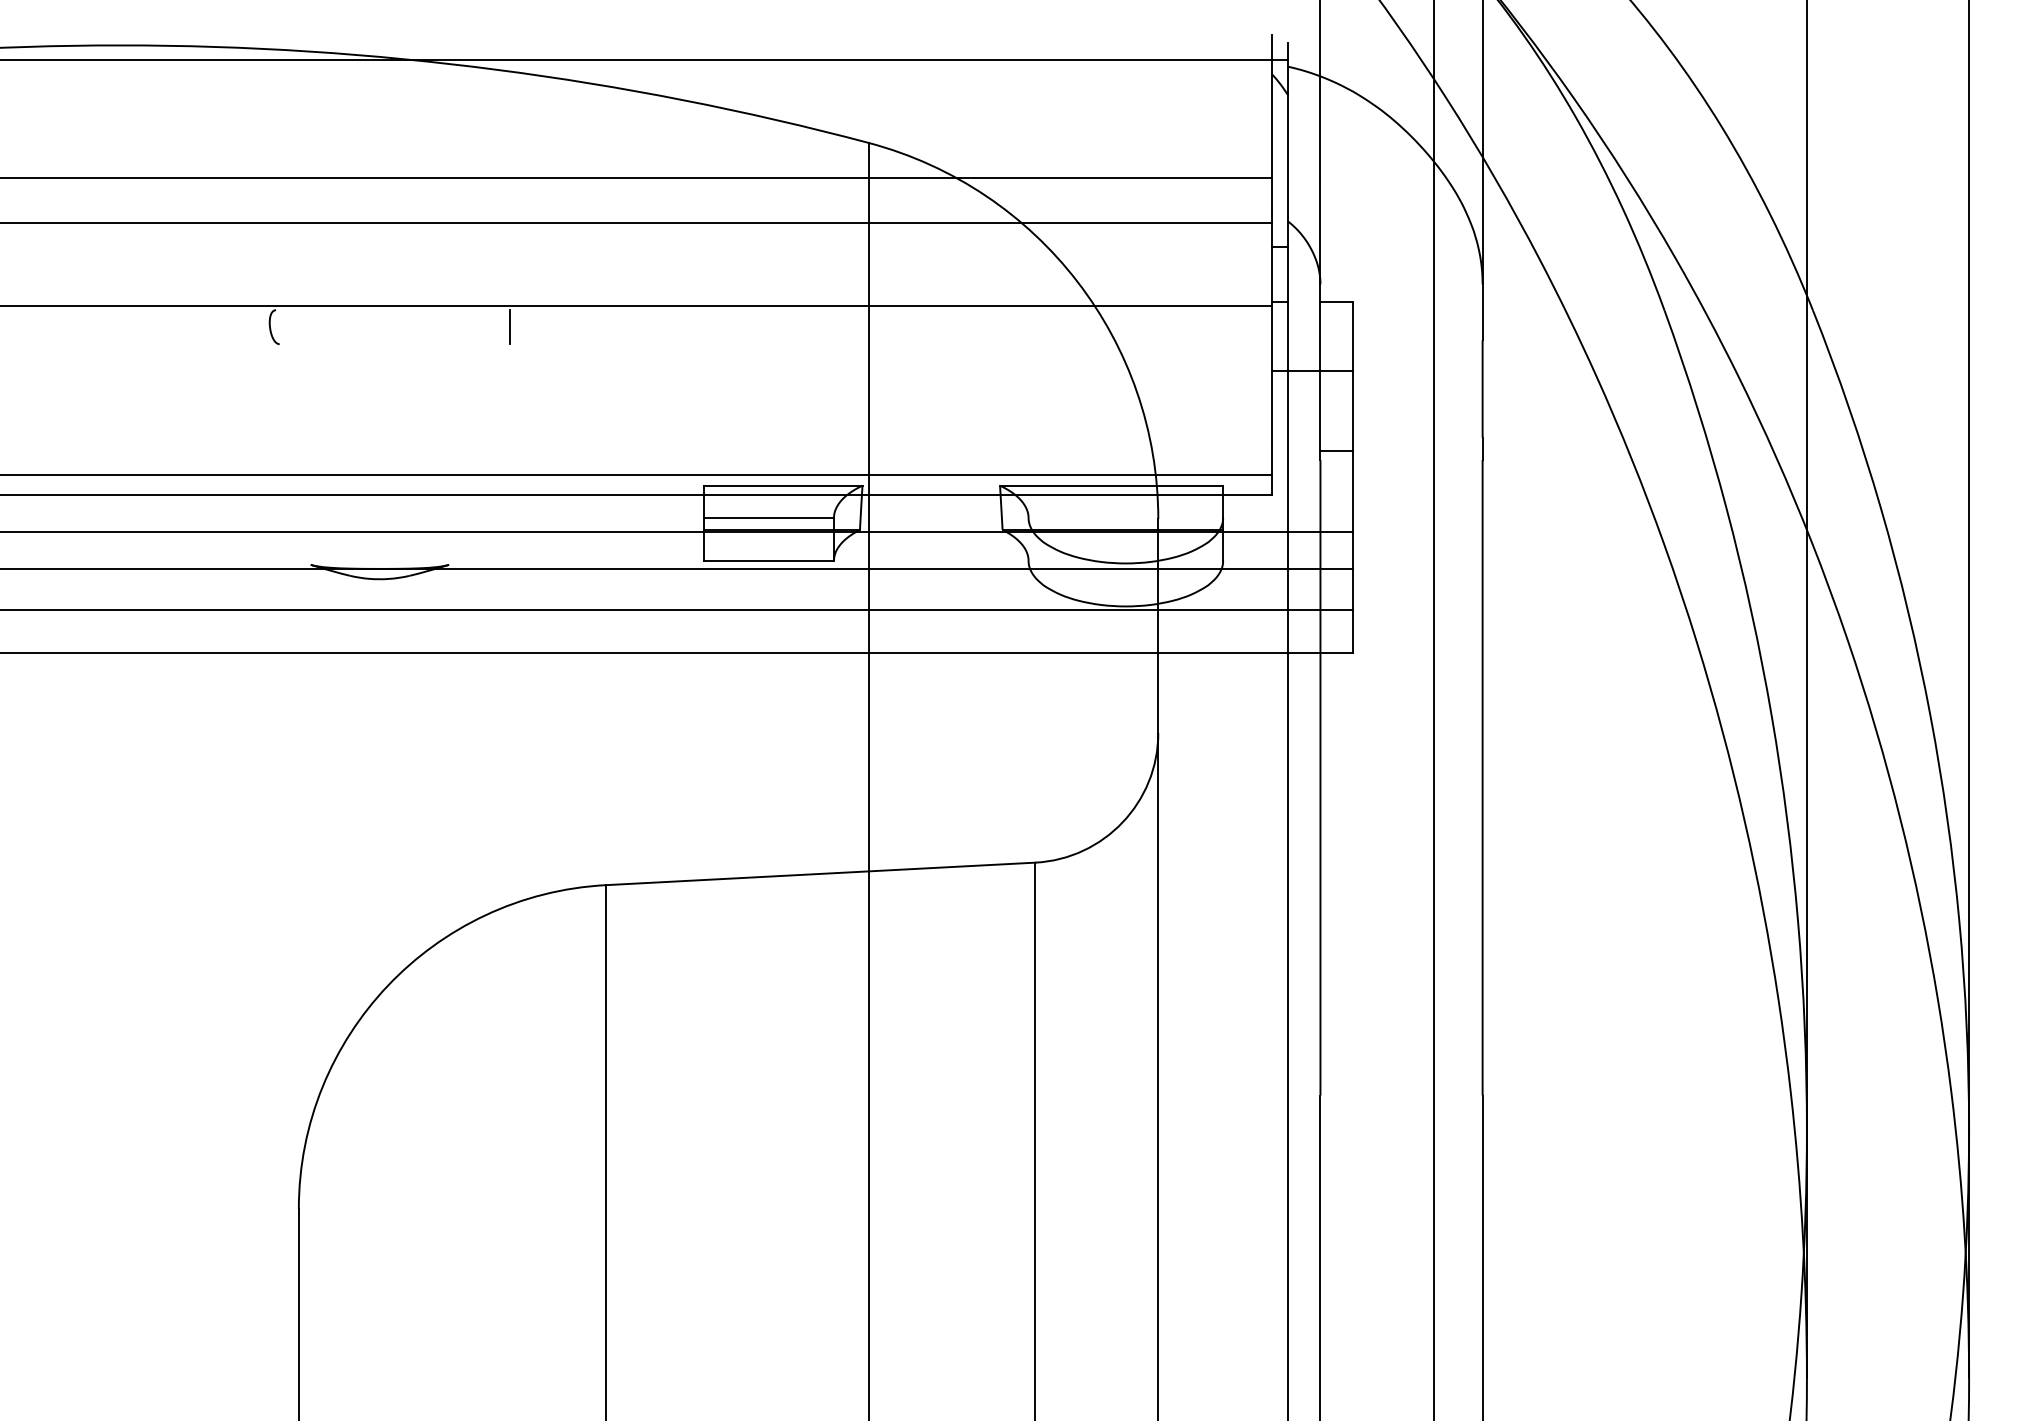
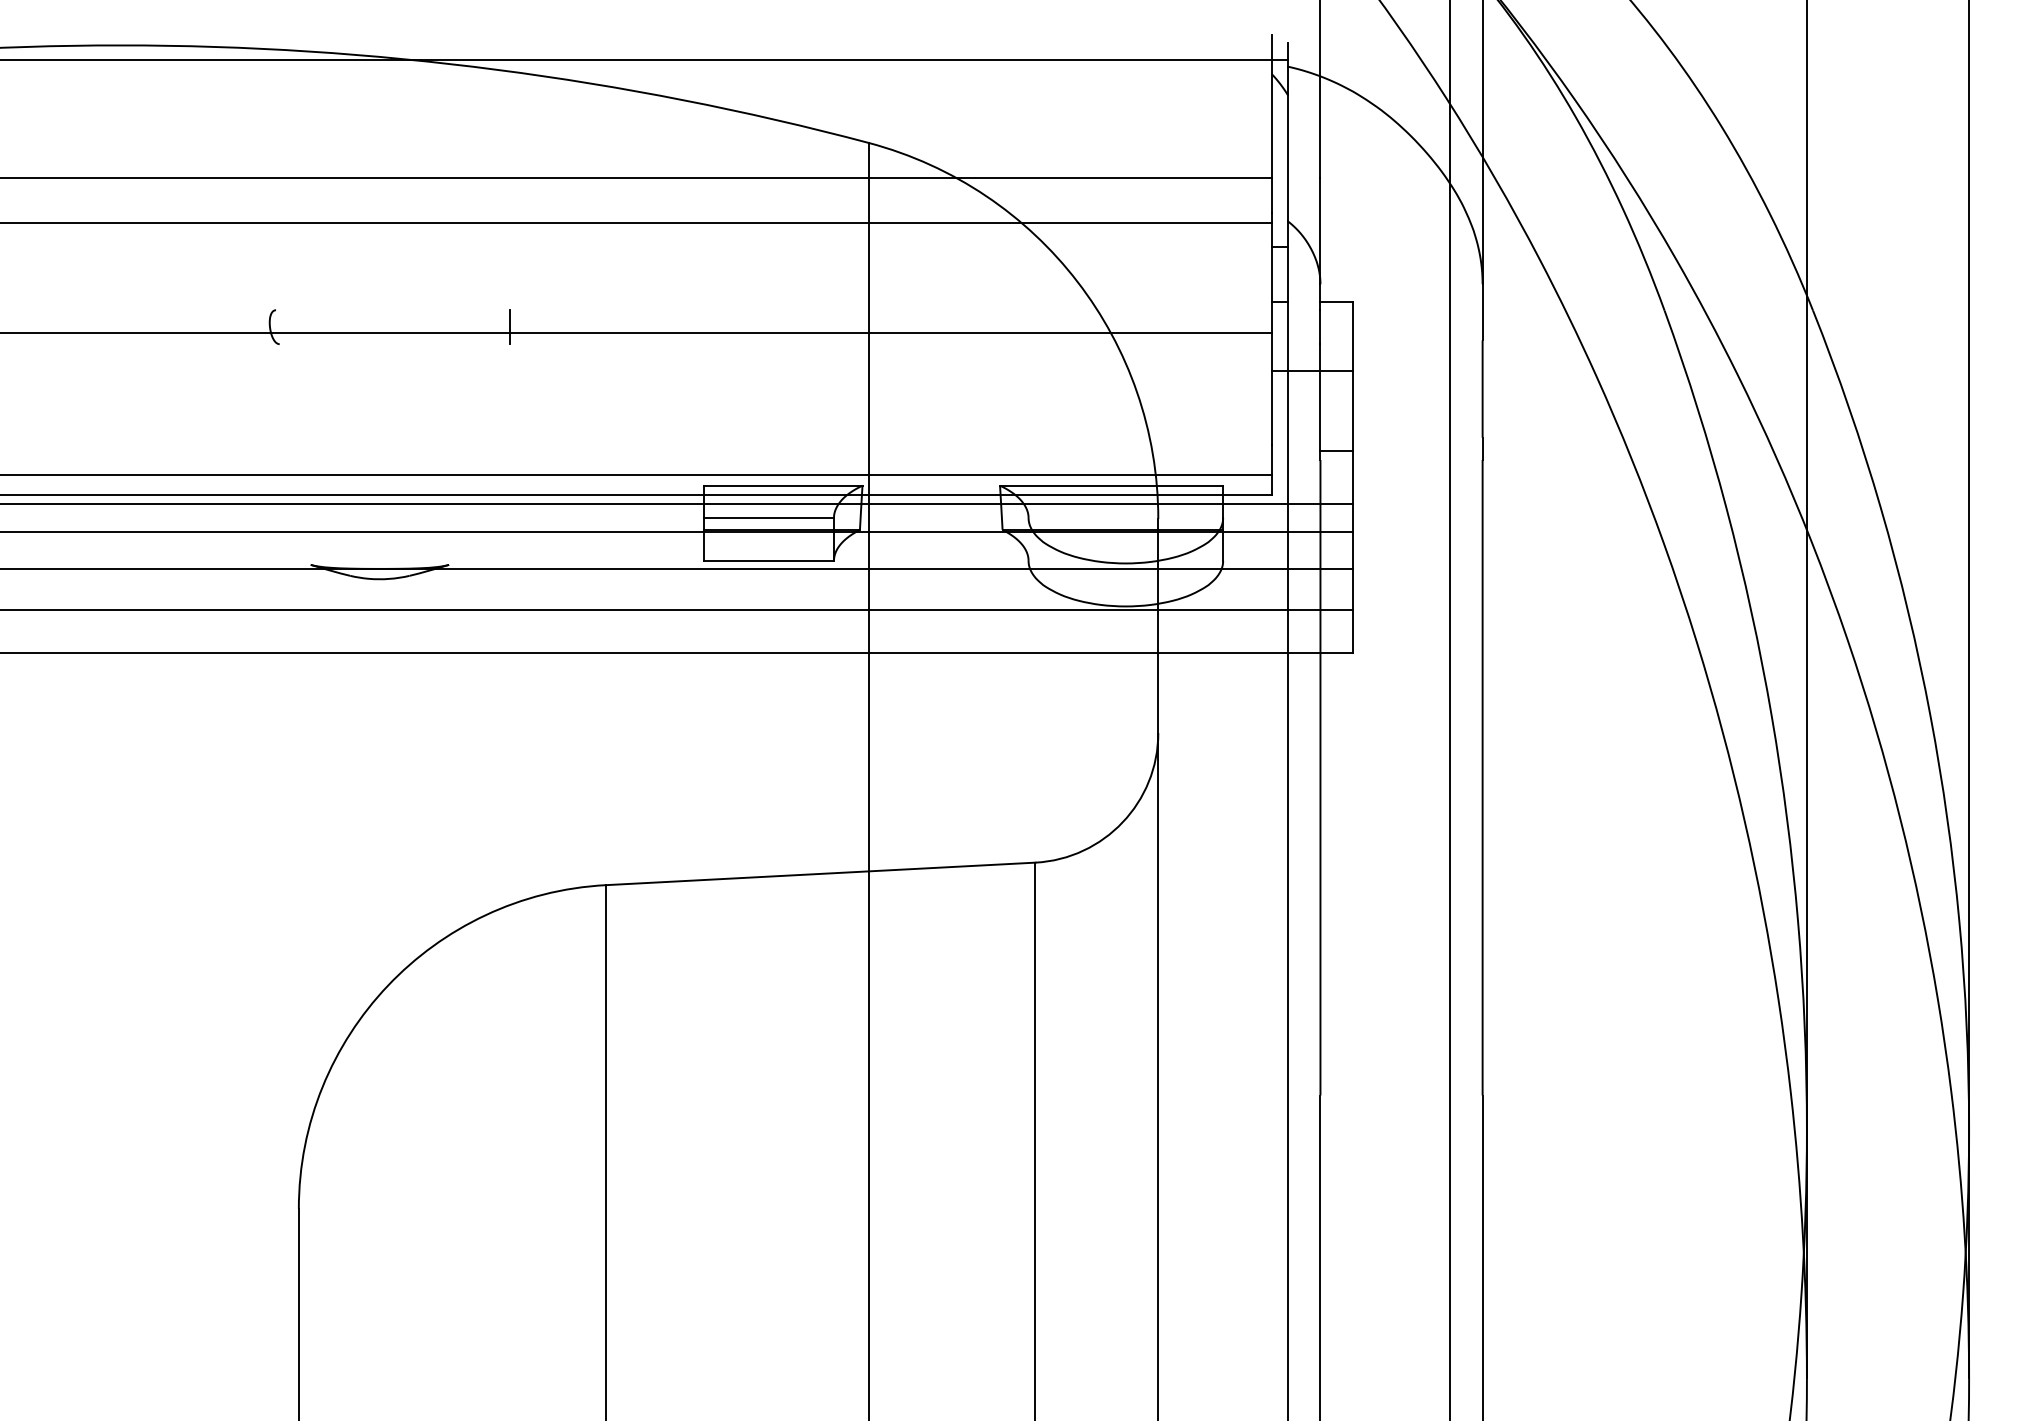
line at (636, 305) position: (636, 305) -> (636, 332)
line at (677, 503): none -> present
line at (1434, 709) position: (1434, 709) -> (1450, 709)
